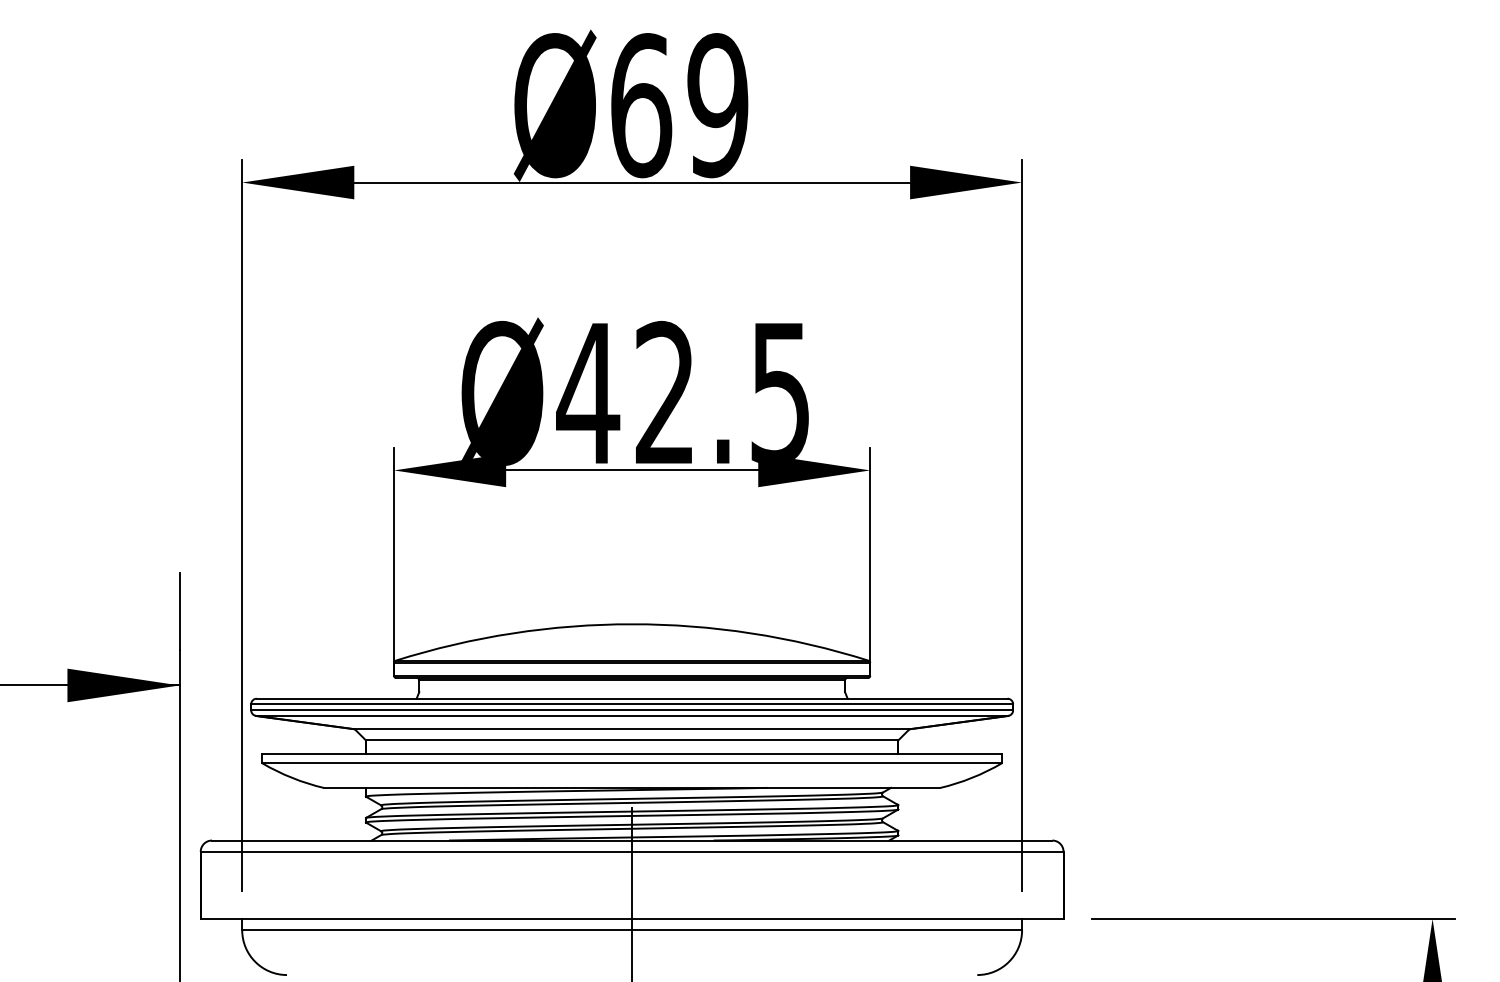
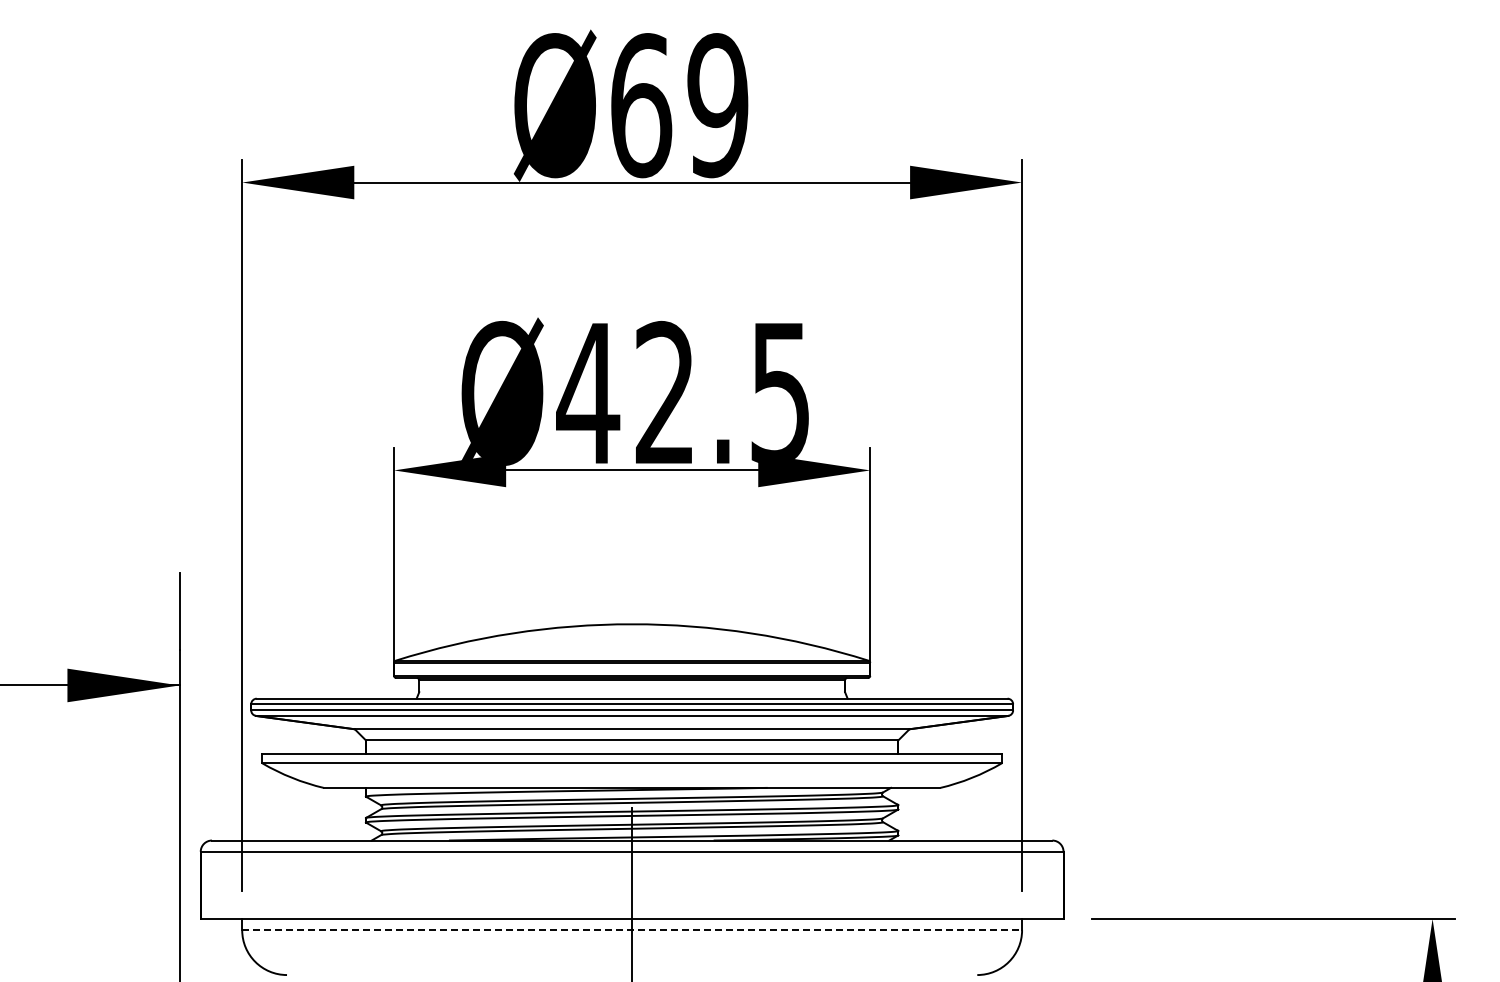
line at (632, 930): solid -> dashed
